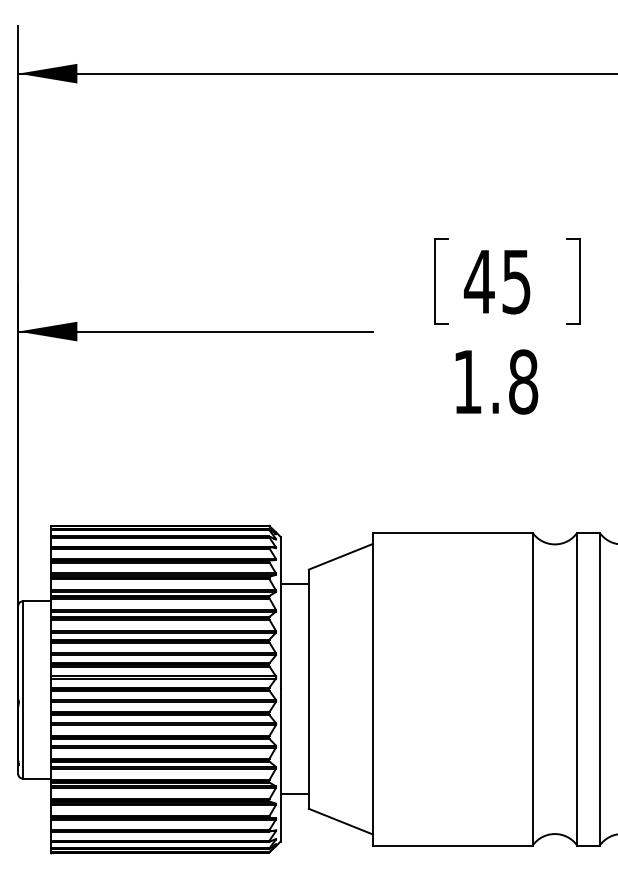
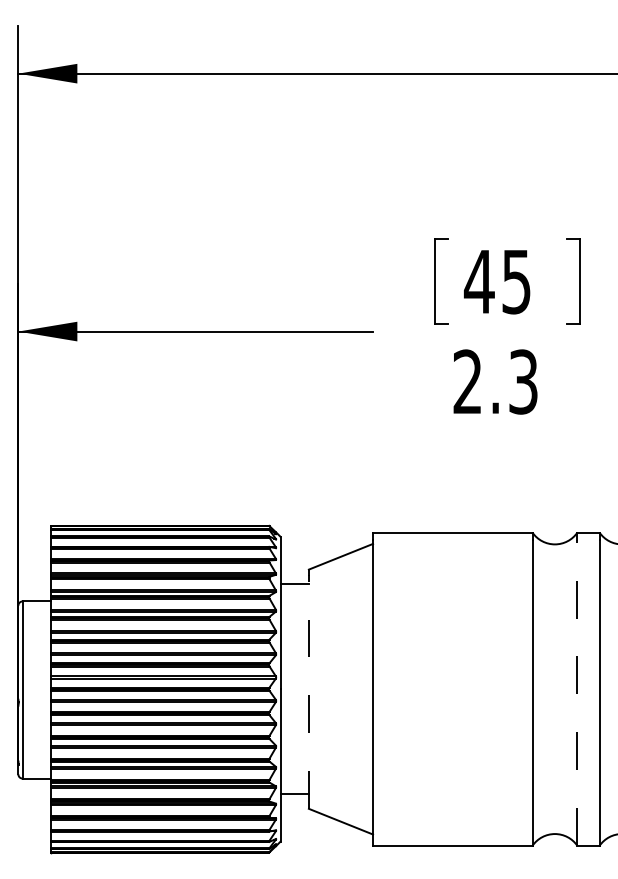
text at (495, 381): 1.8 -> 2.3
line at (308, 691): solid -> dashed
line at (577, 692): solid -> dashed
